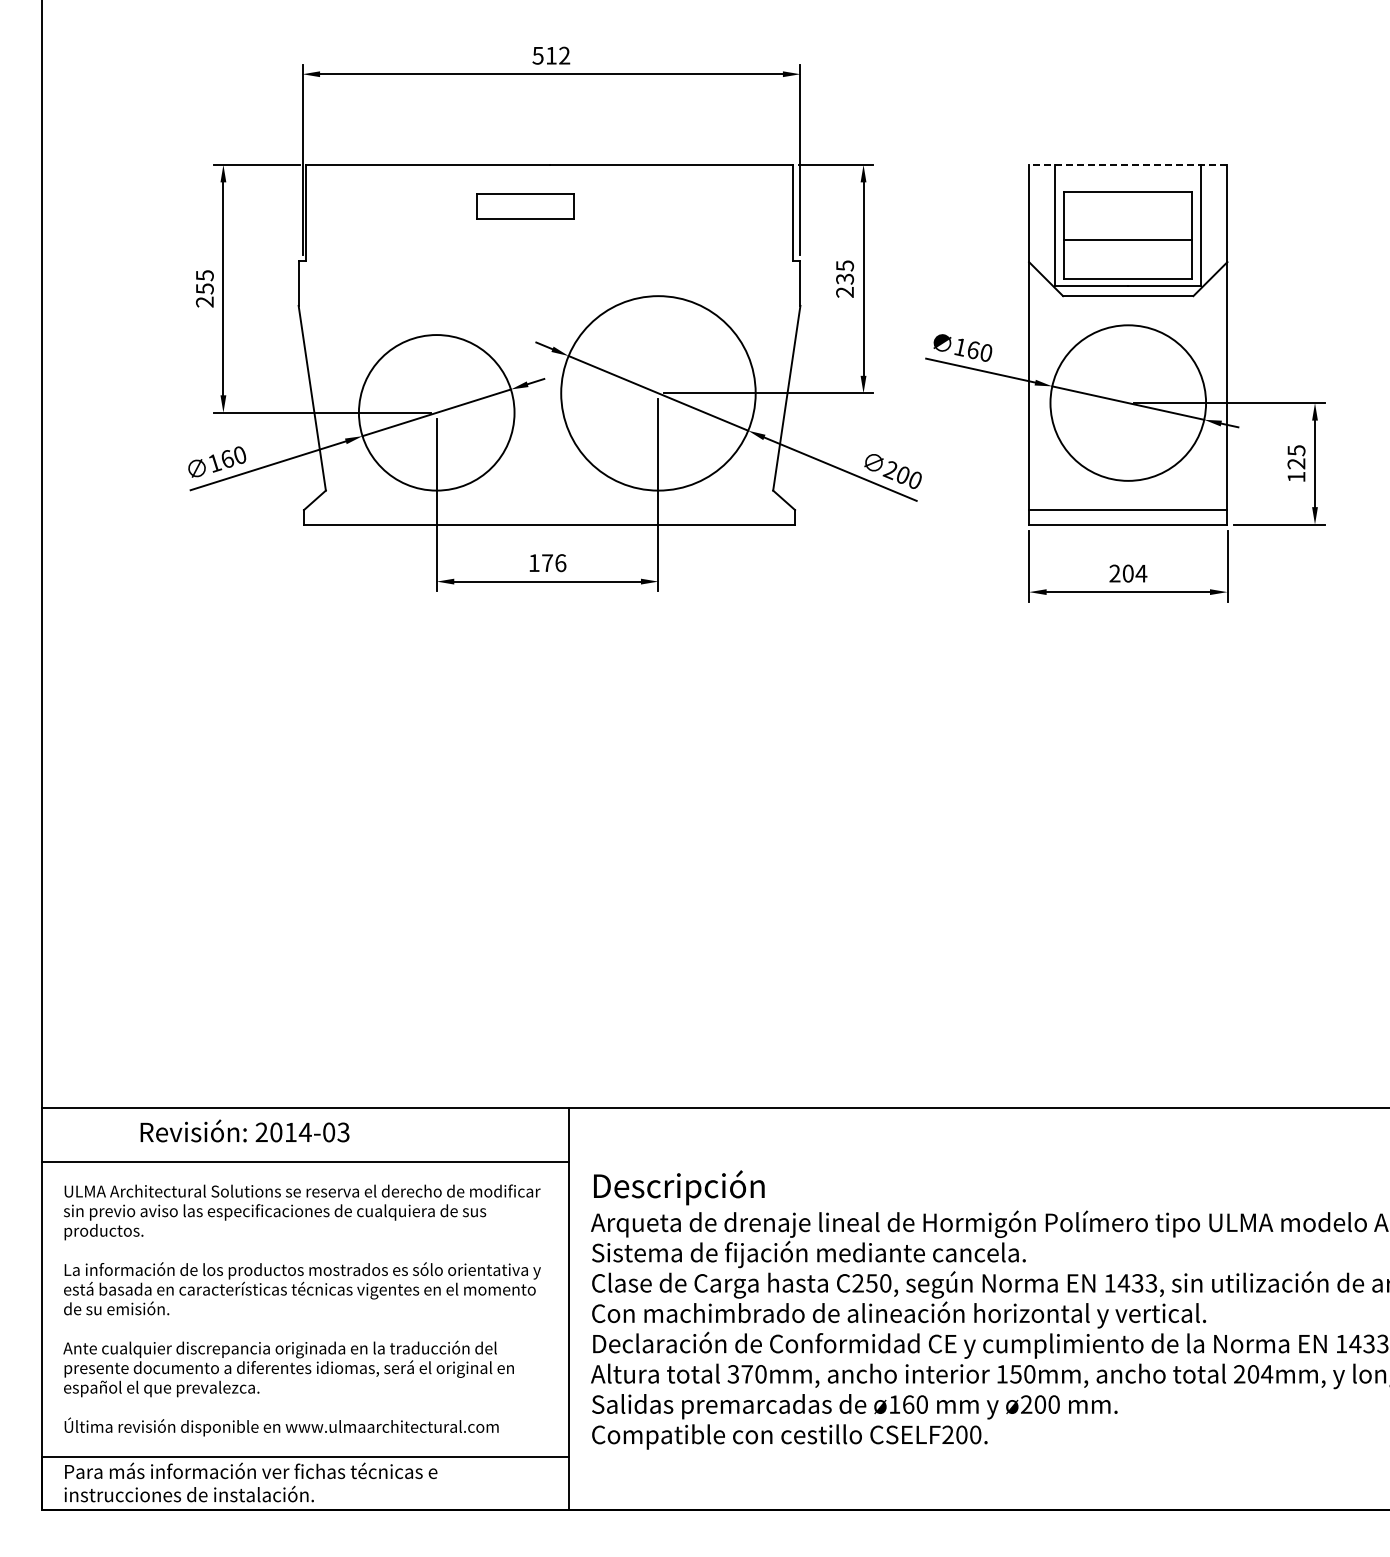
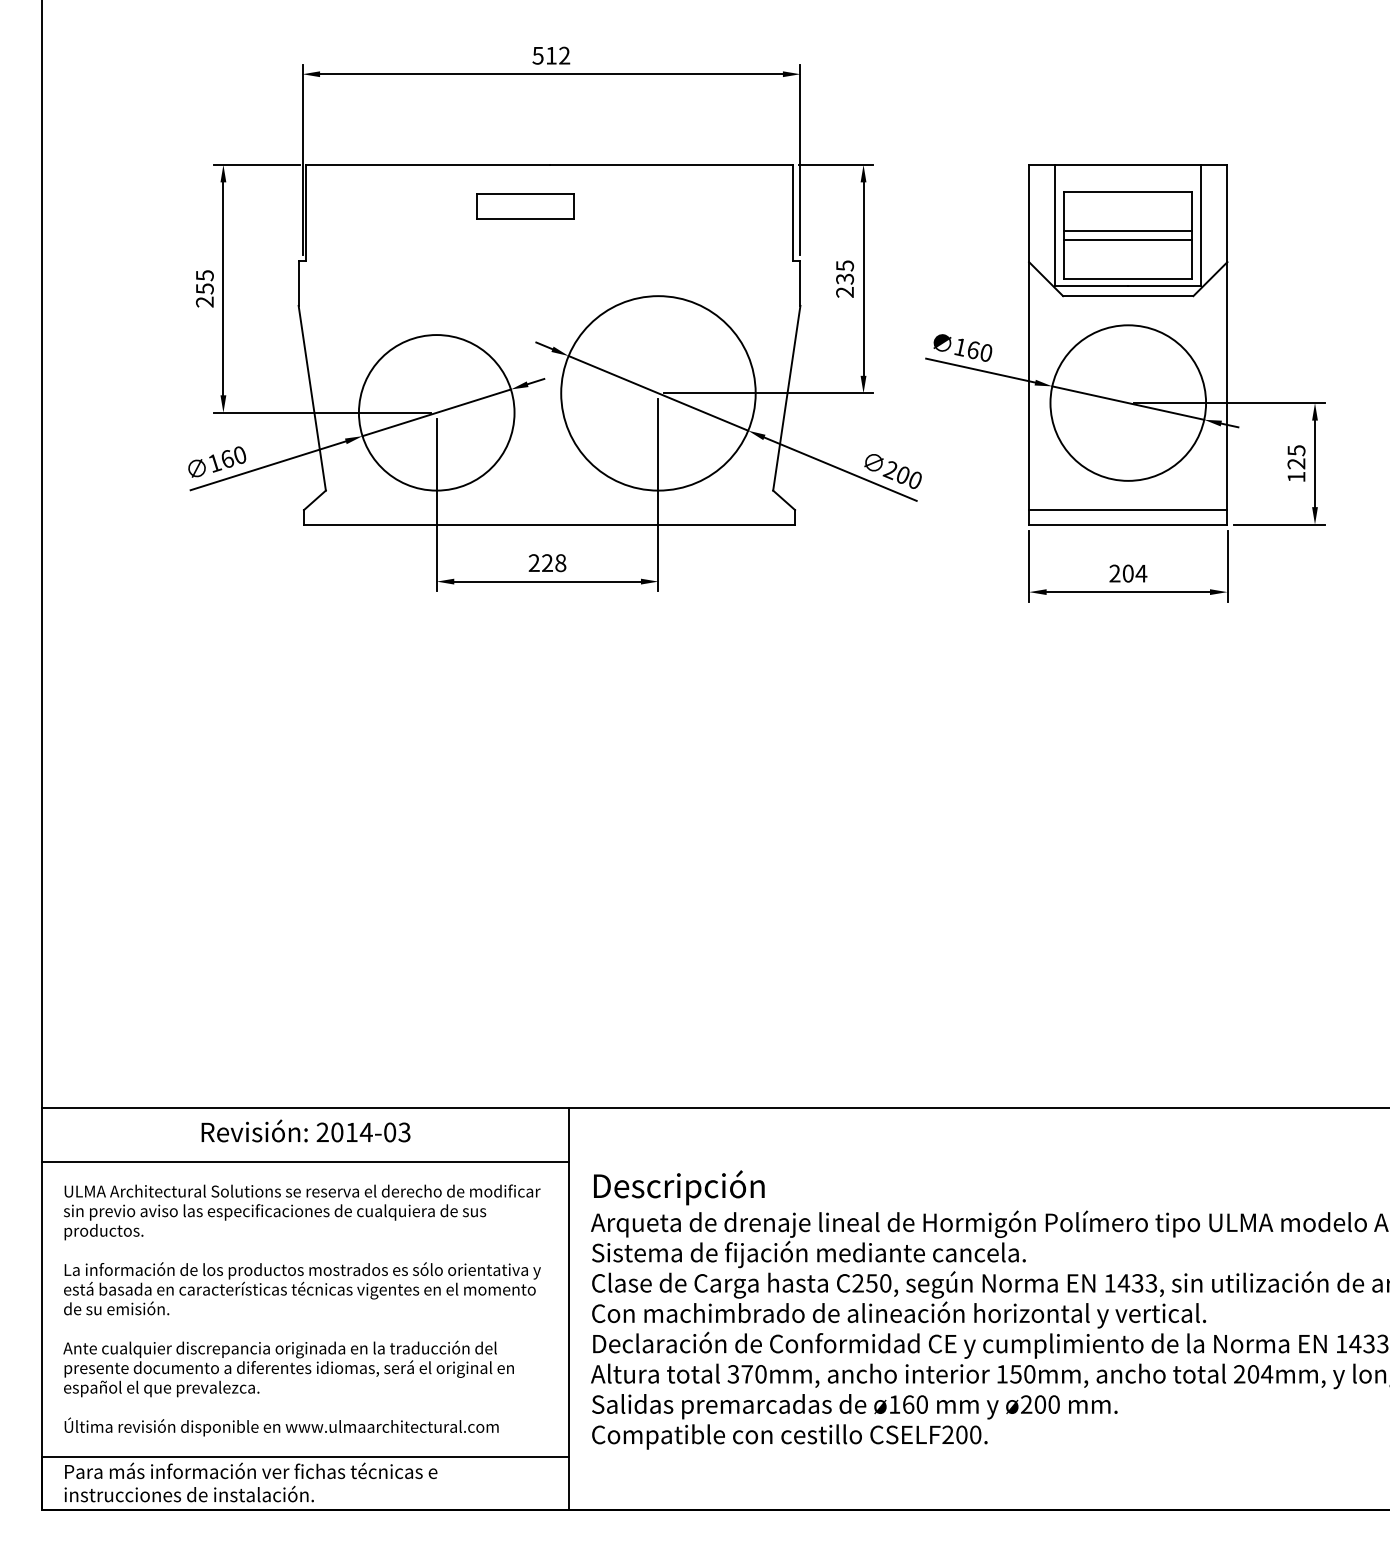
line at (1127, 164): dashed -> solid
line at (1128, 230): none -> present
text at (547, 562): 176 -> 228
text at (244, 1130) position: (244, 1130) -> (305, 1130)
